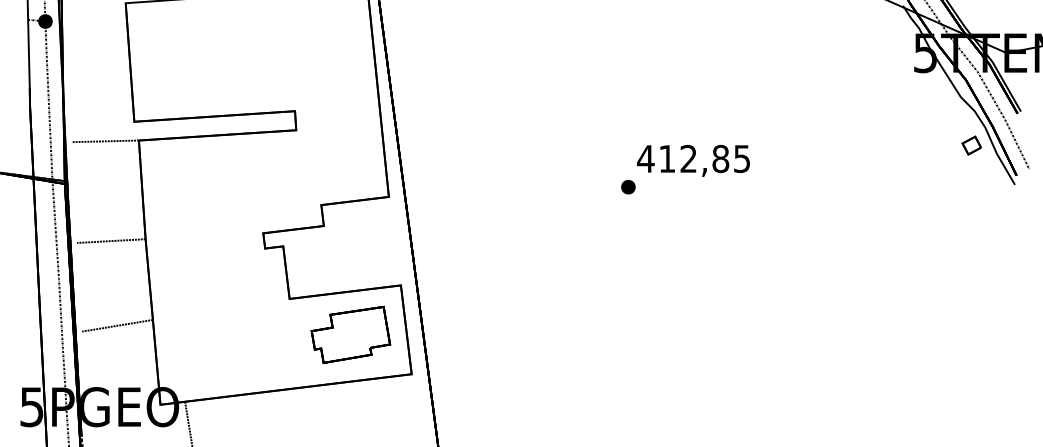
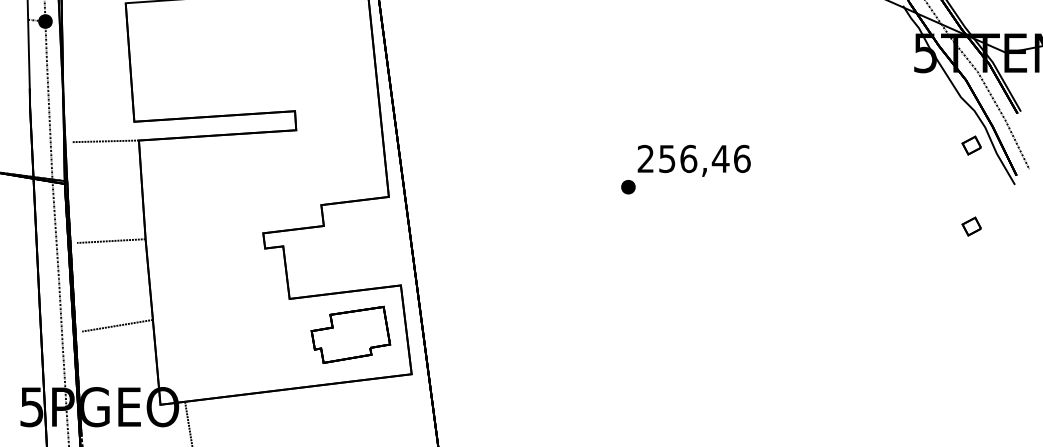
text at (693, 158): 412,85 -> 256,46
part at (971, 226): none -> present
